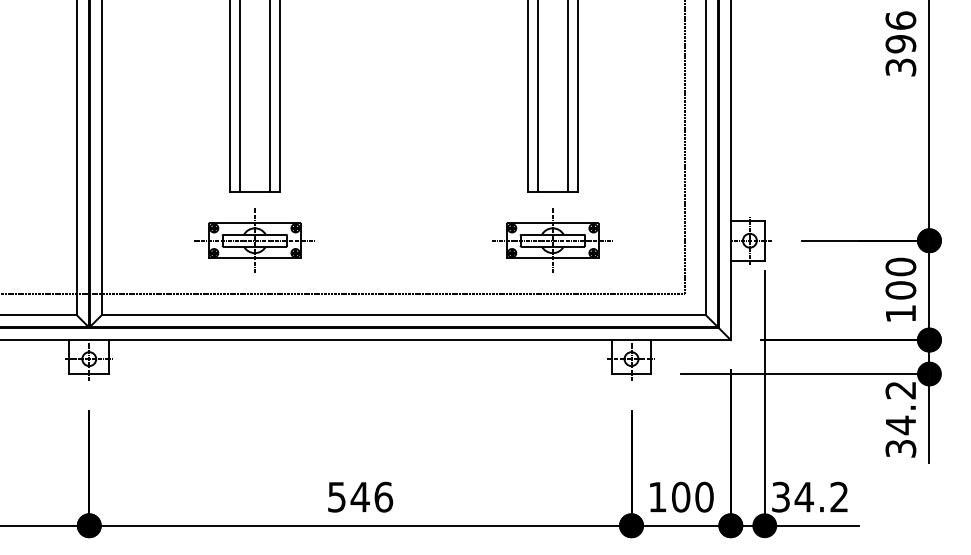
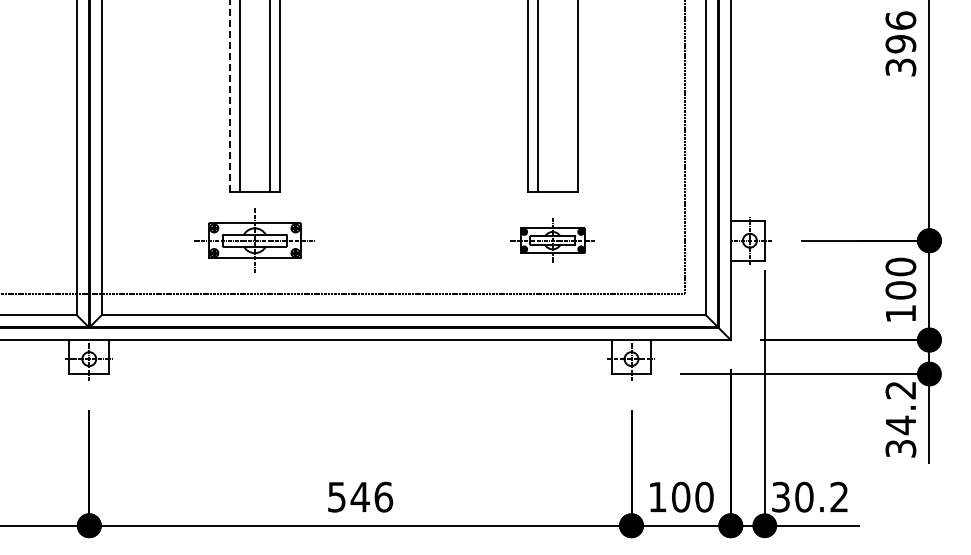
line at (230, 96): solid -> dashed
line at (567, 97): present -> none
part at (552, 240) size: 121x65 px -> 85x45 px
text at (803, 496): 34.2 -> 30.2
